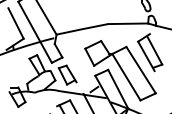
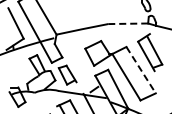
line at (128, 23): solid -> dashed
line at (141, 70): solid -> dashed
